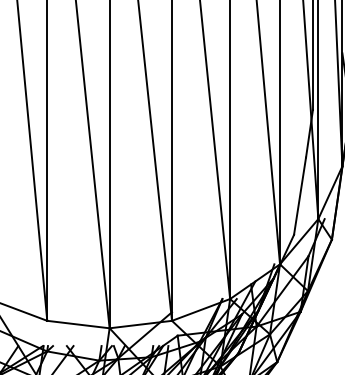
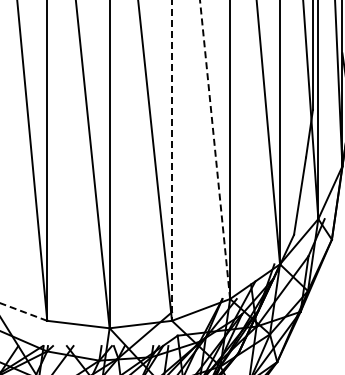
line at (215, 149): solid -> dashed
line at (172, 161): solid -> dashed
line at (23, 311): solid -> dashed
